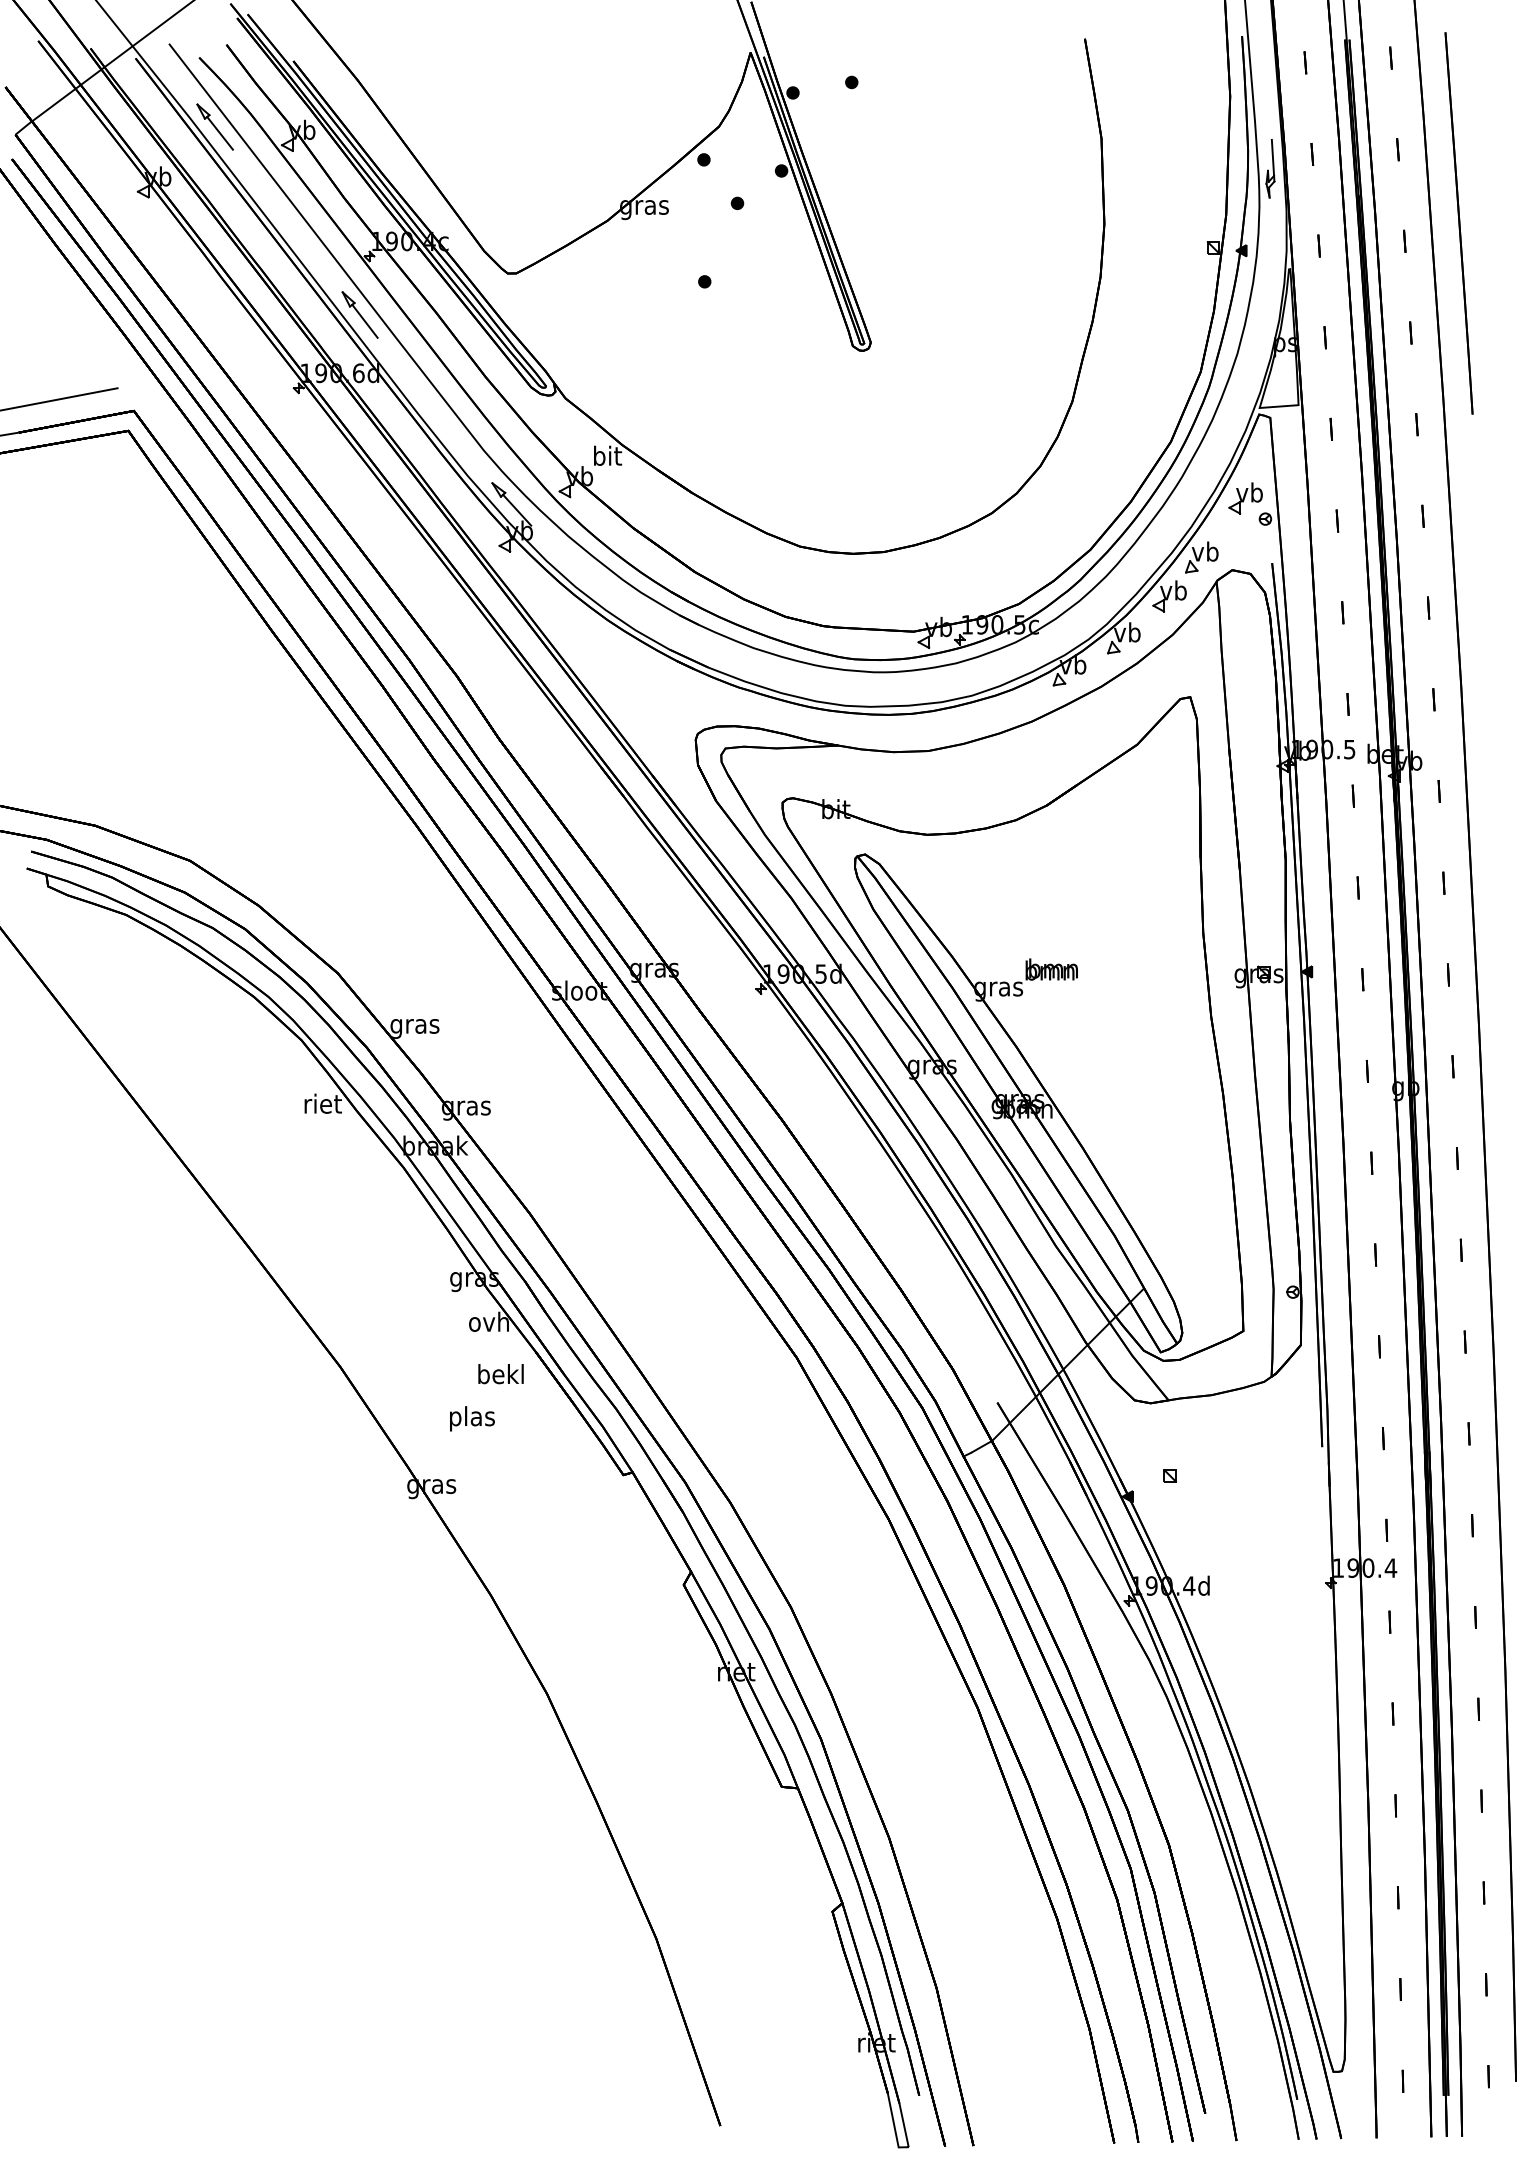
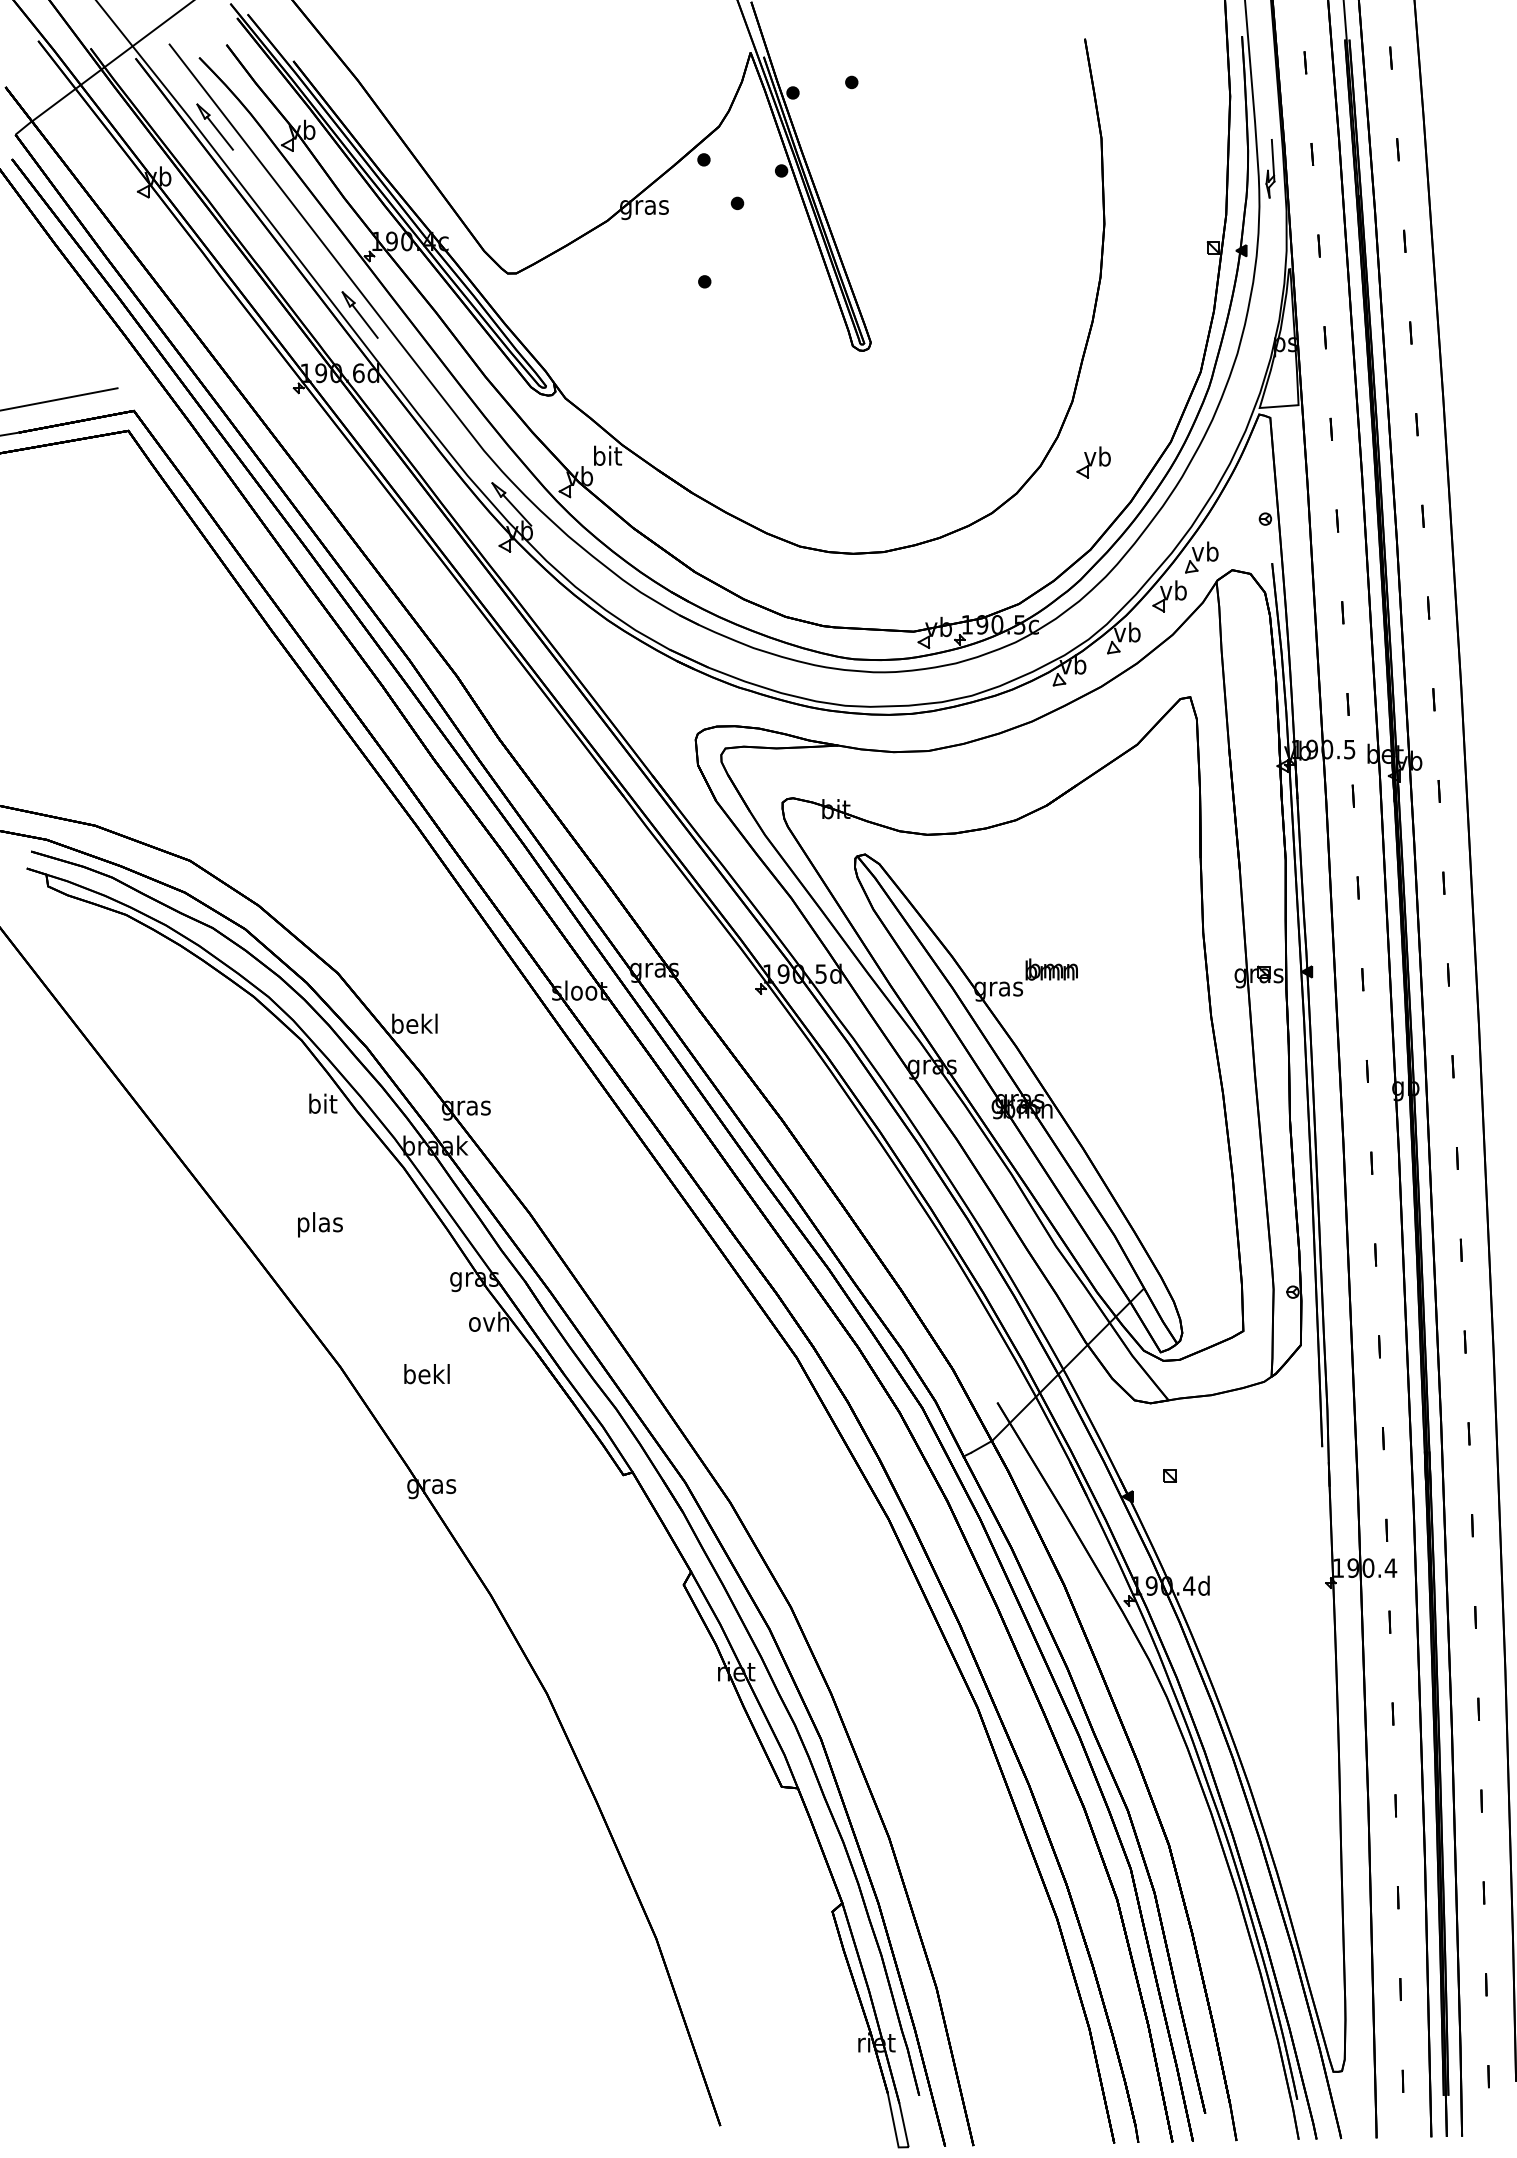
line at (1458, 223): present -> none
part at (1245, 498) position: (1245, 498) -> (1093, 462)
text at (414, 1025): gras -> bekl
text at (322, 1103): riet -> bit
text at (500, 1374) position: (500, 1374) -> (426, 1374)
text at (472, 1418) position: (472, 1418) -> (320, 1224)
